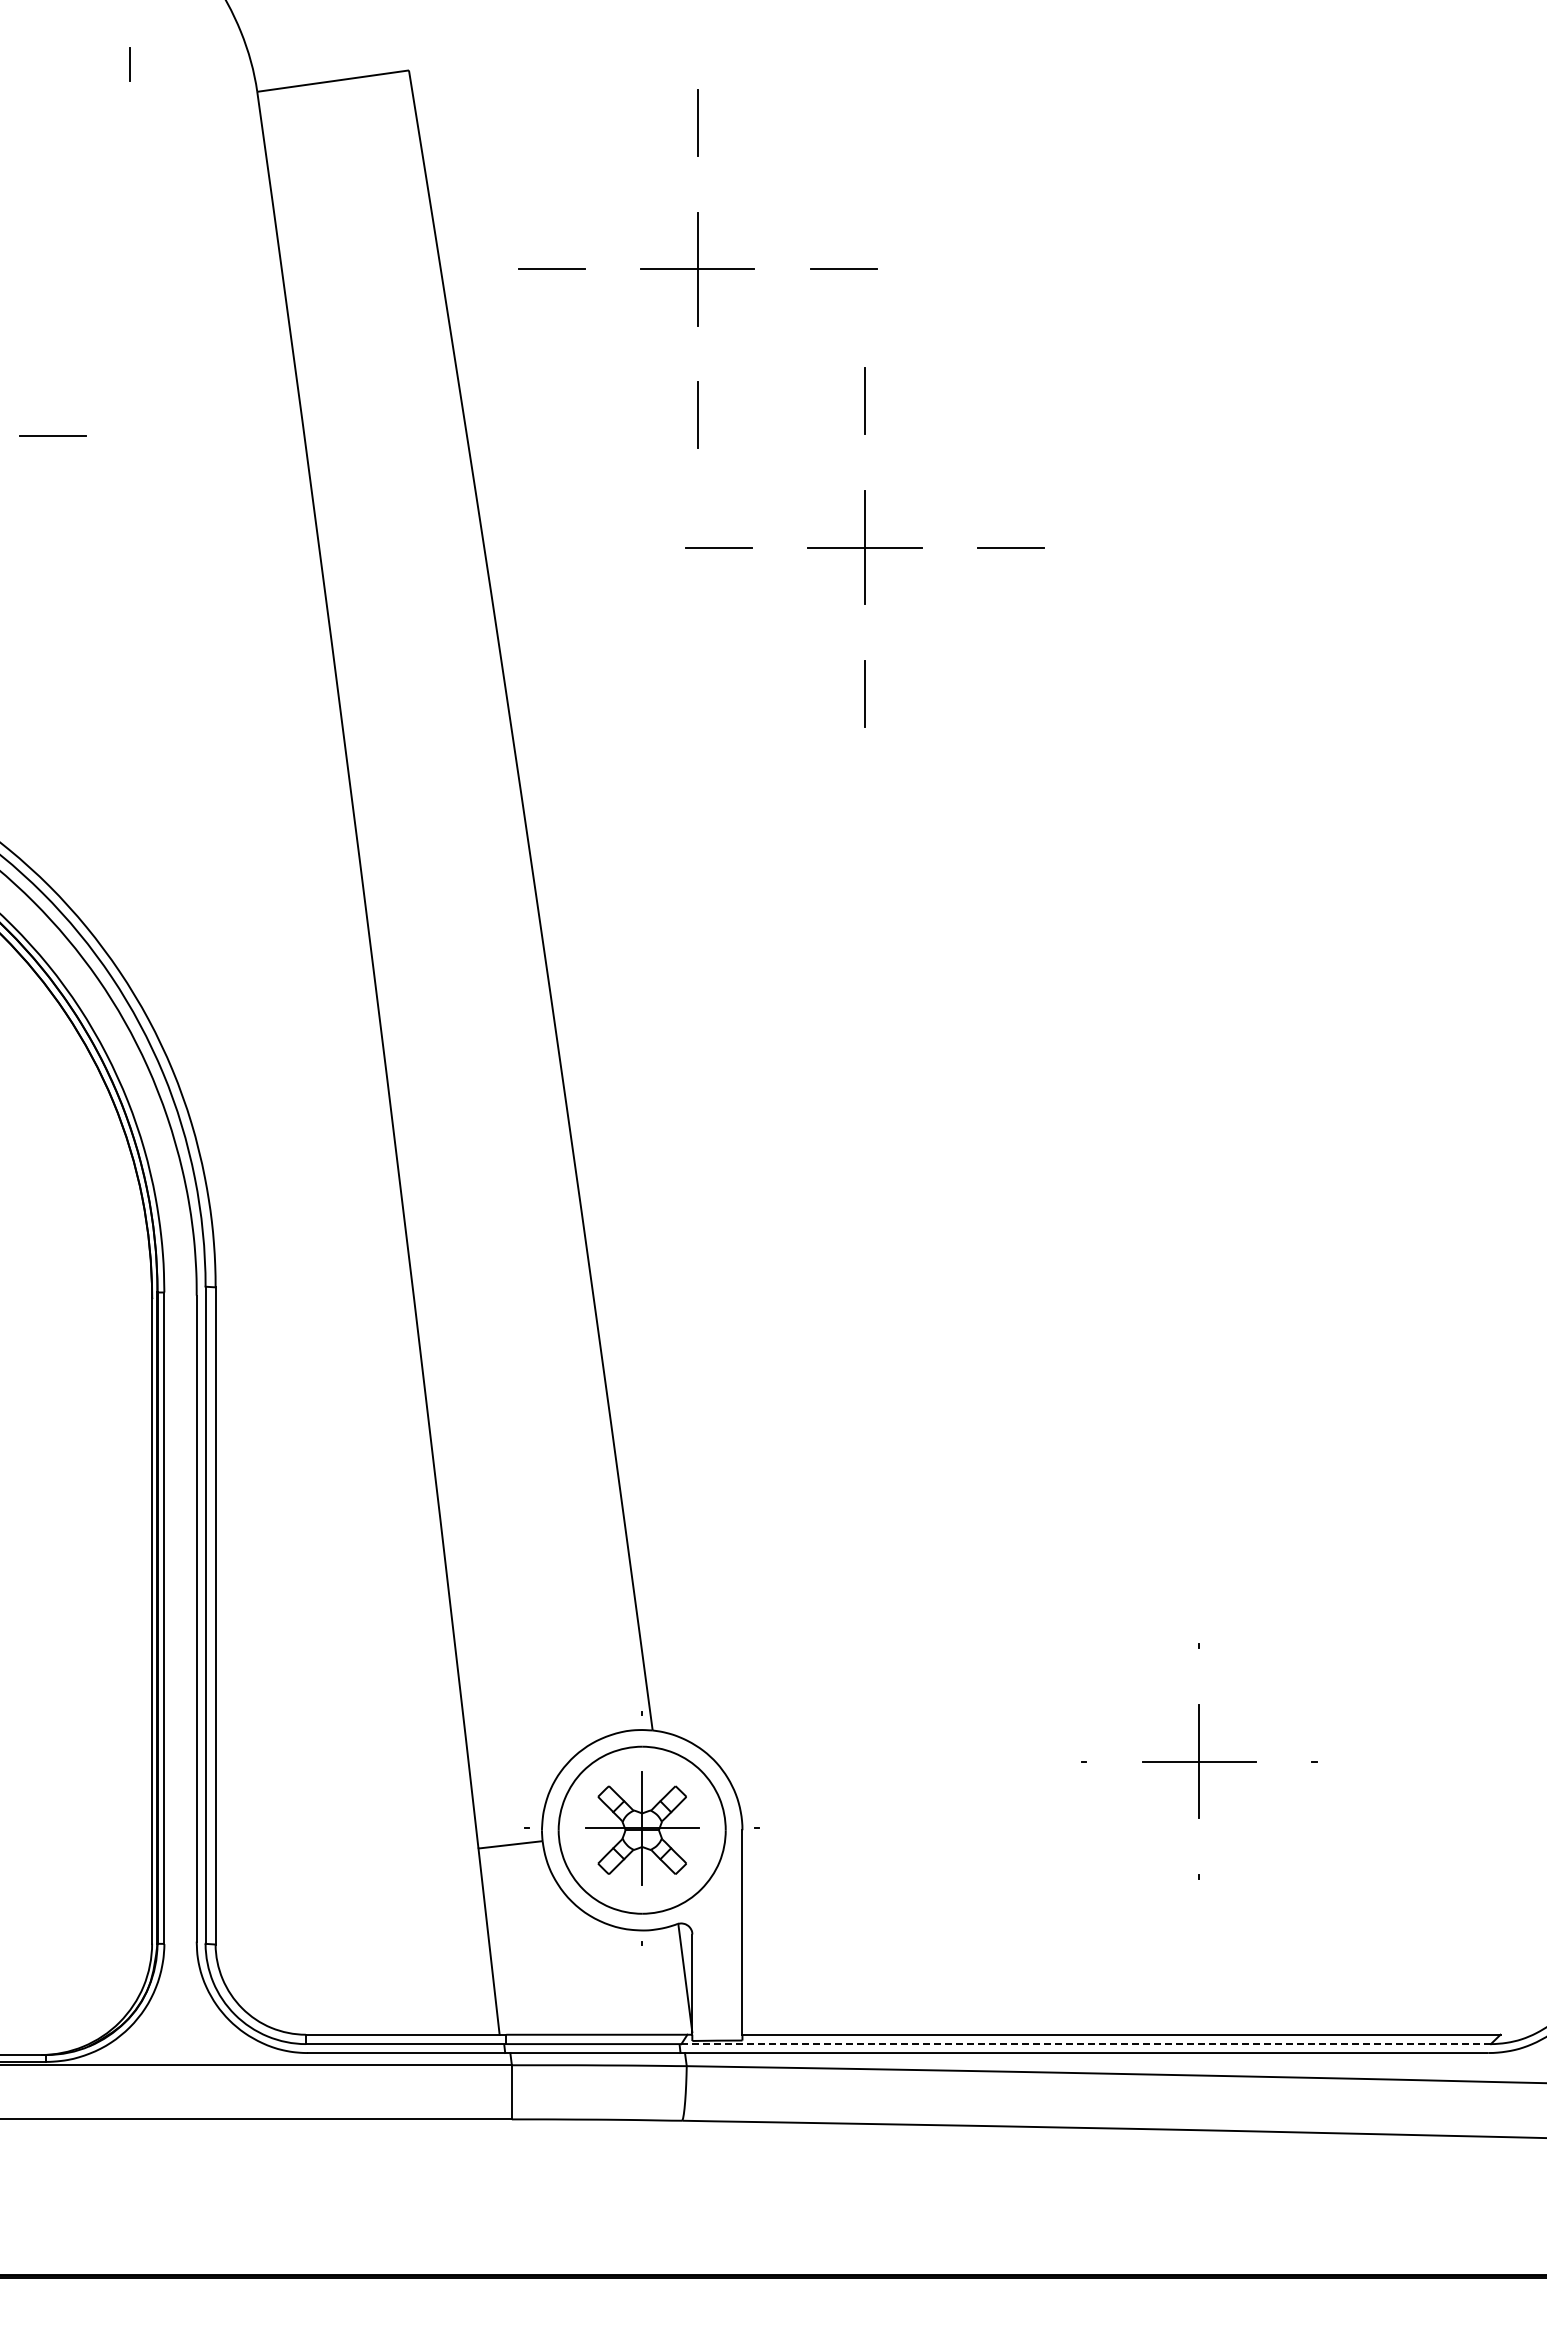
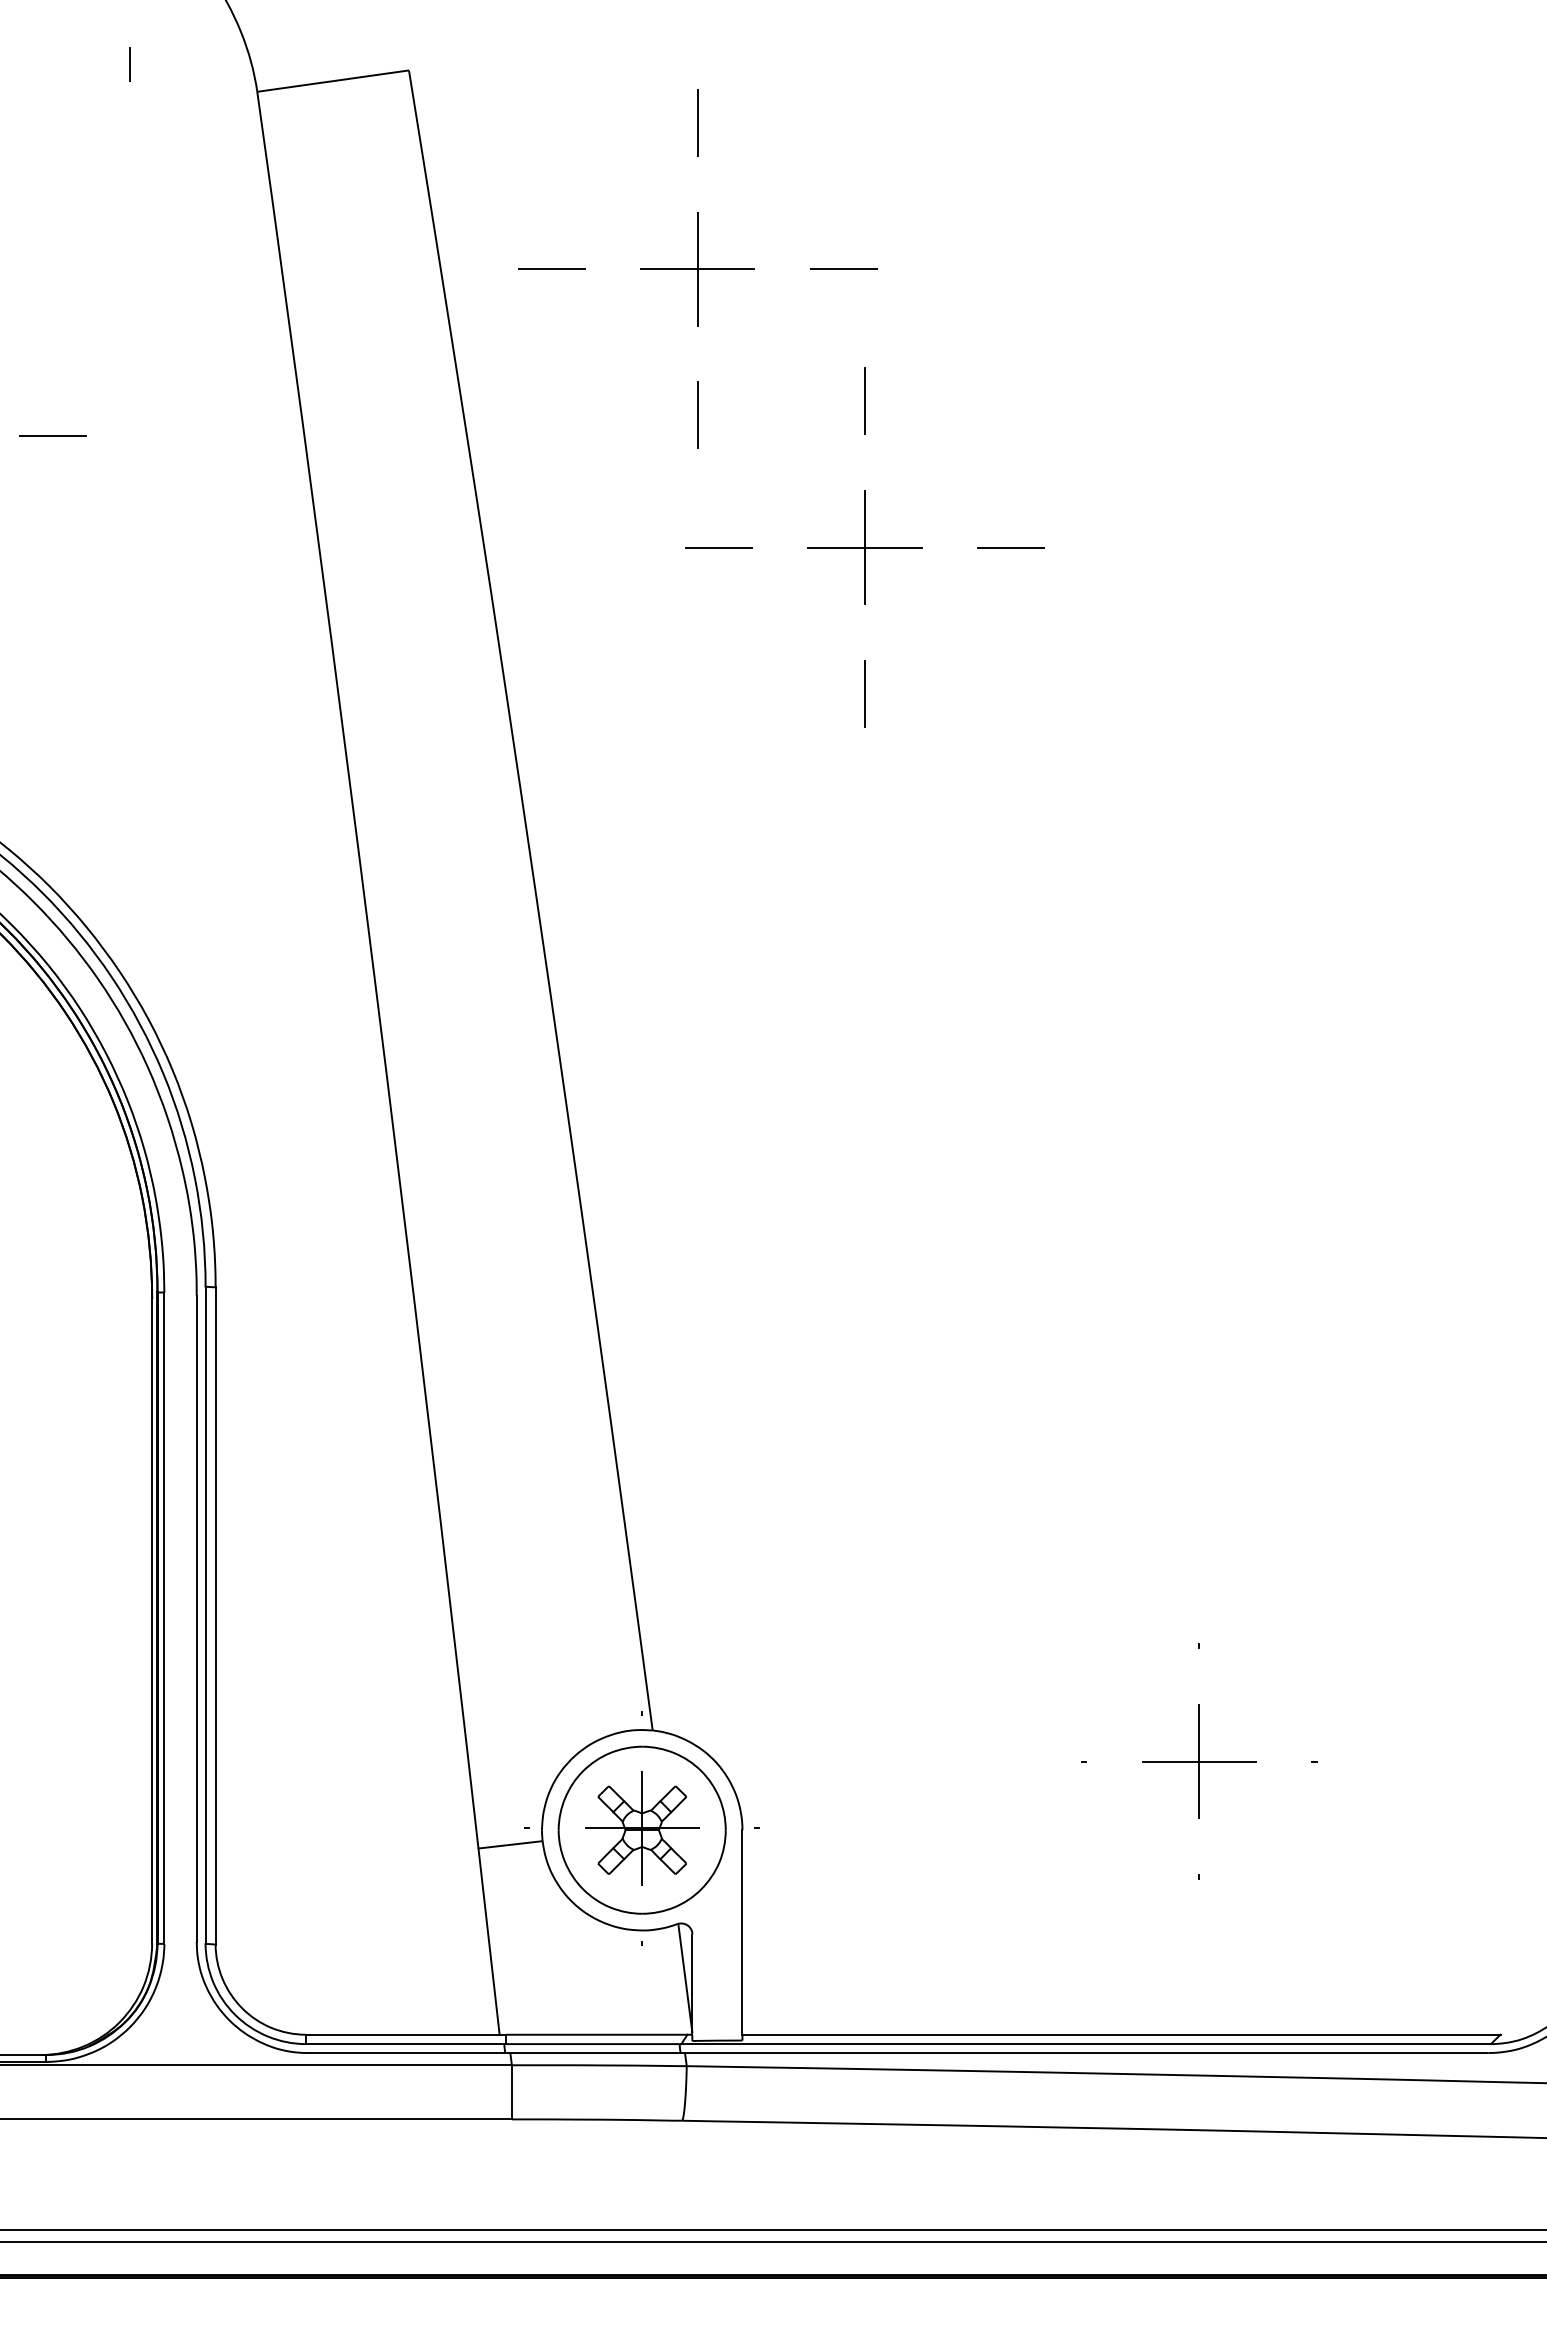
line at (1086, 2044): dashed -> solid
line at (772, 2230): none -> present
line at (772, 2241): none -> present
